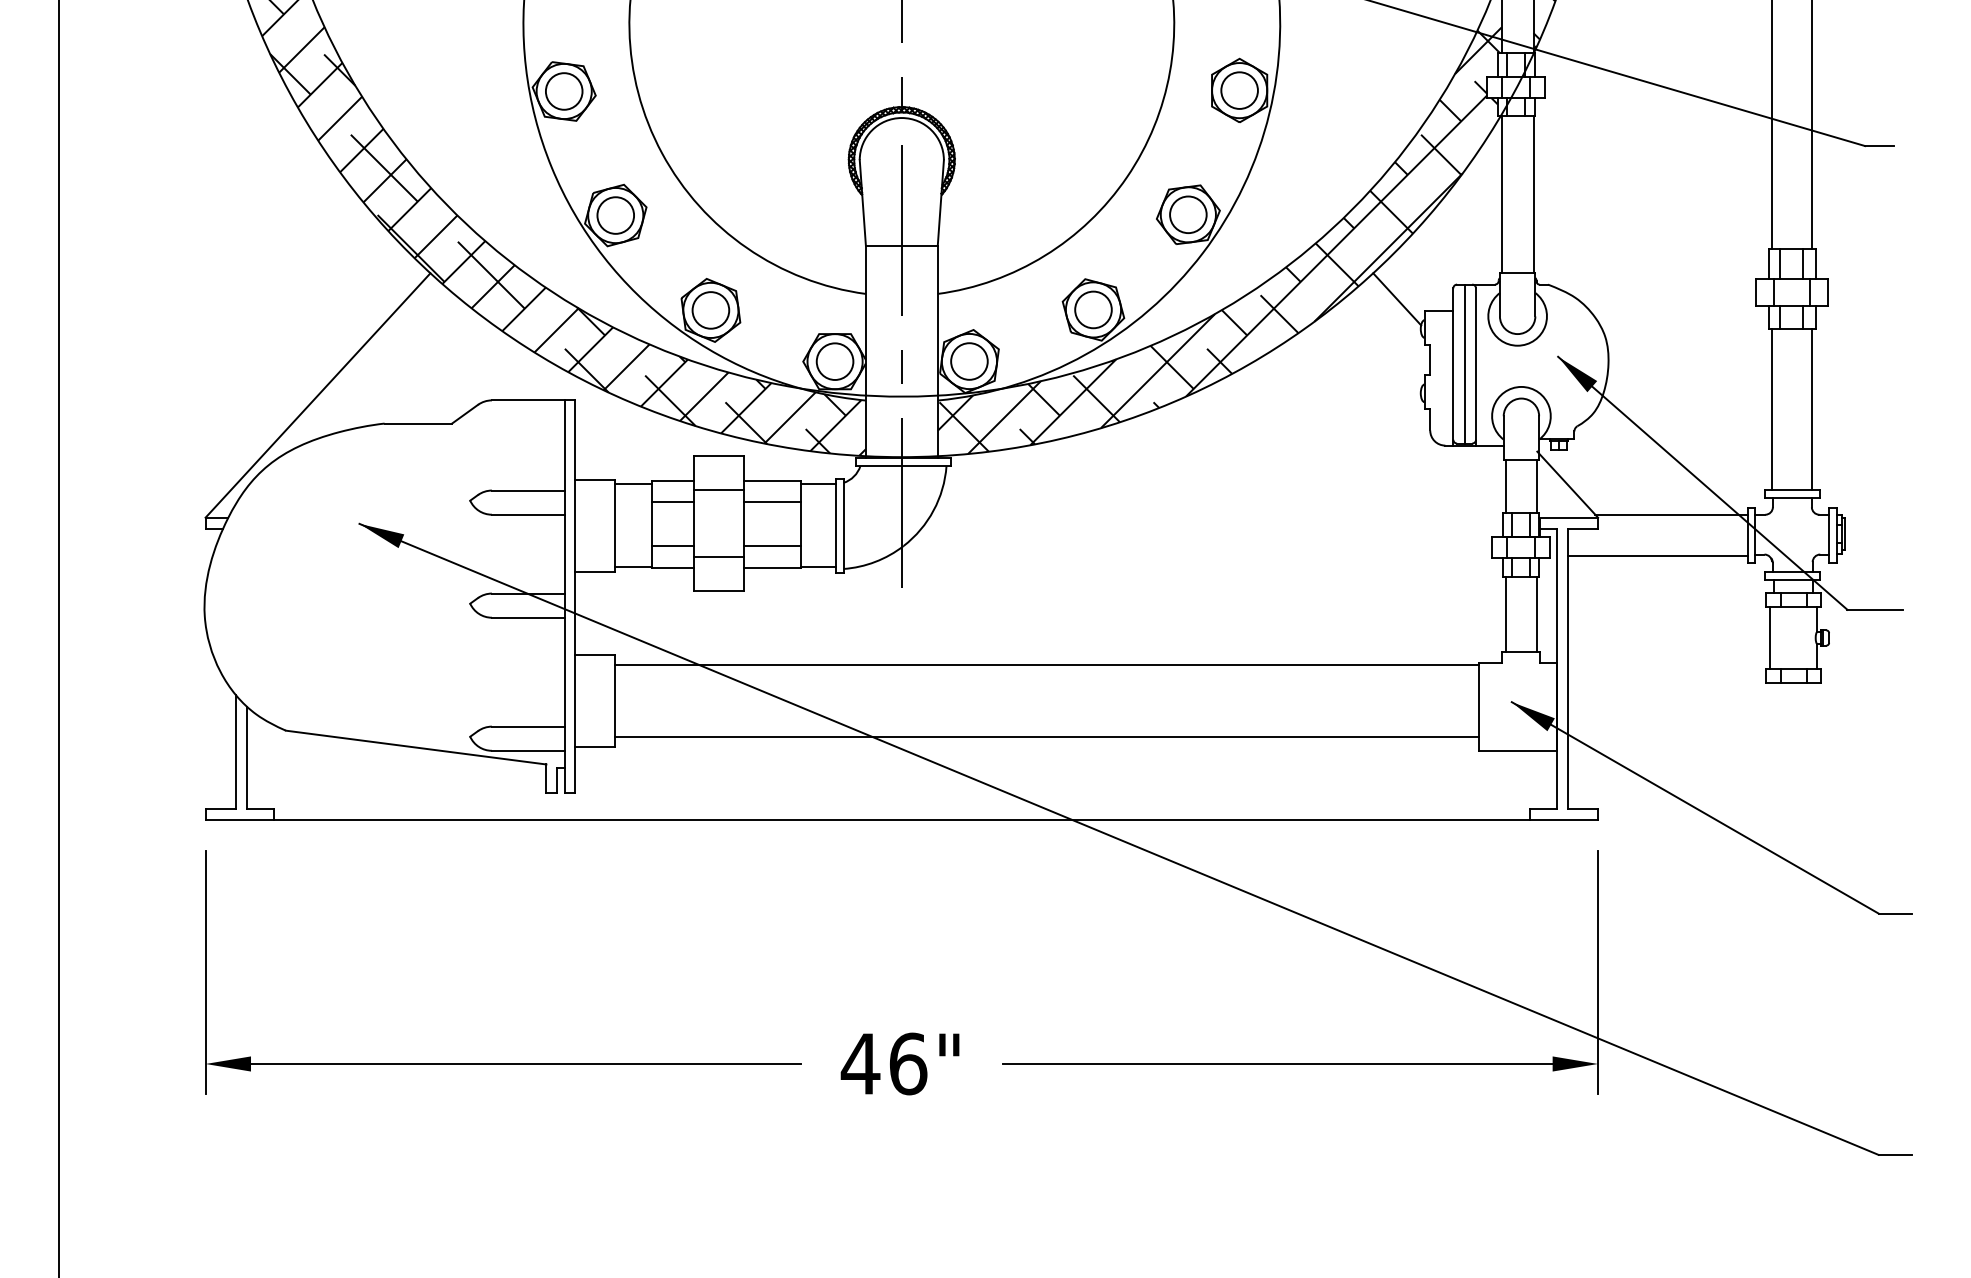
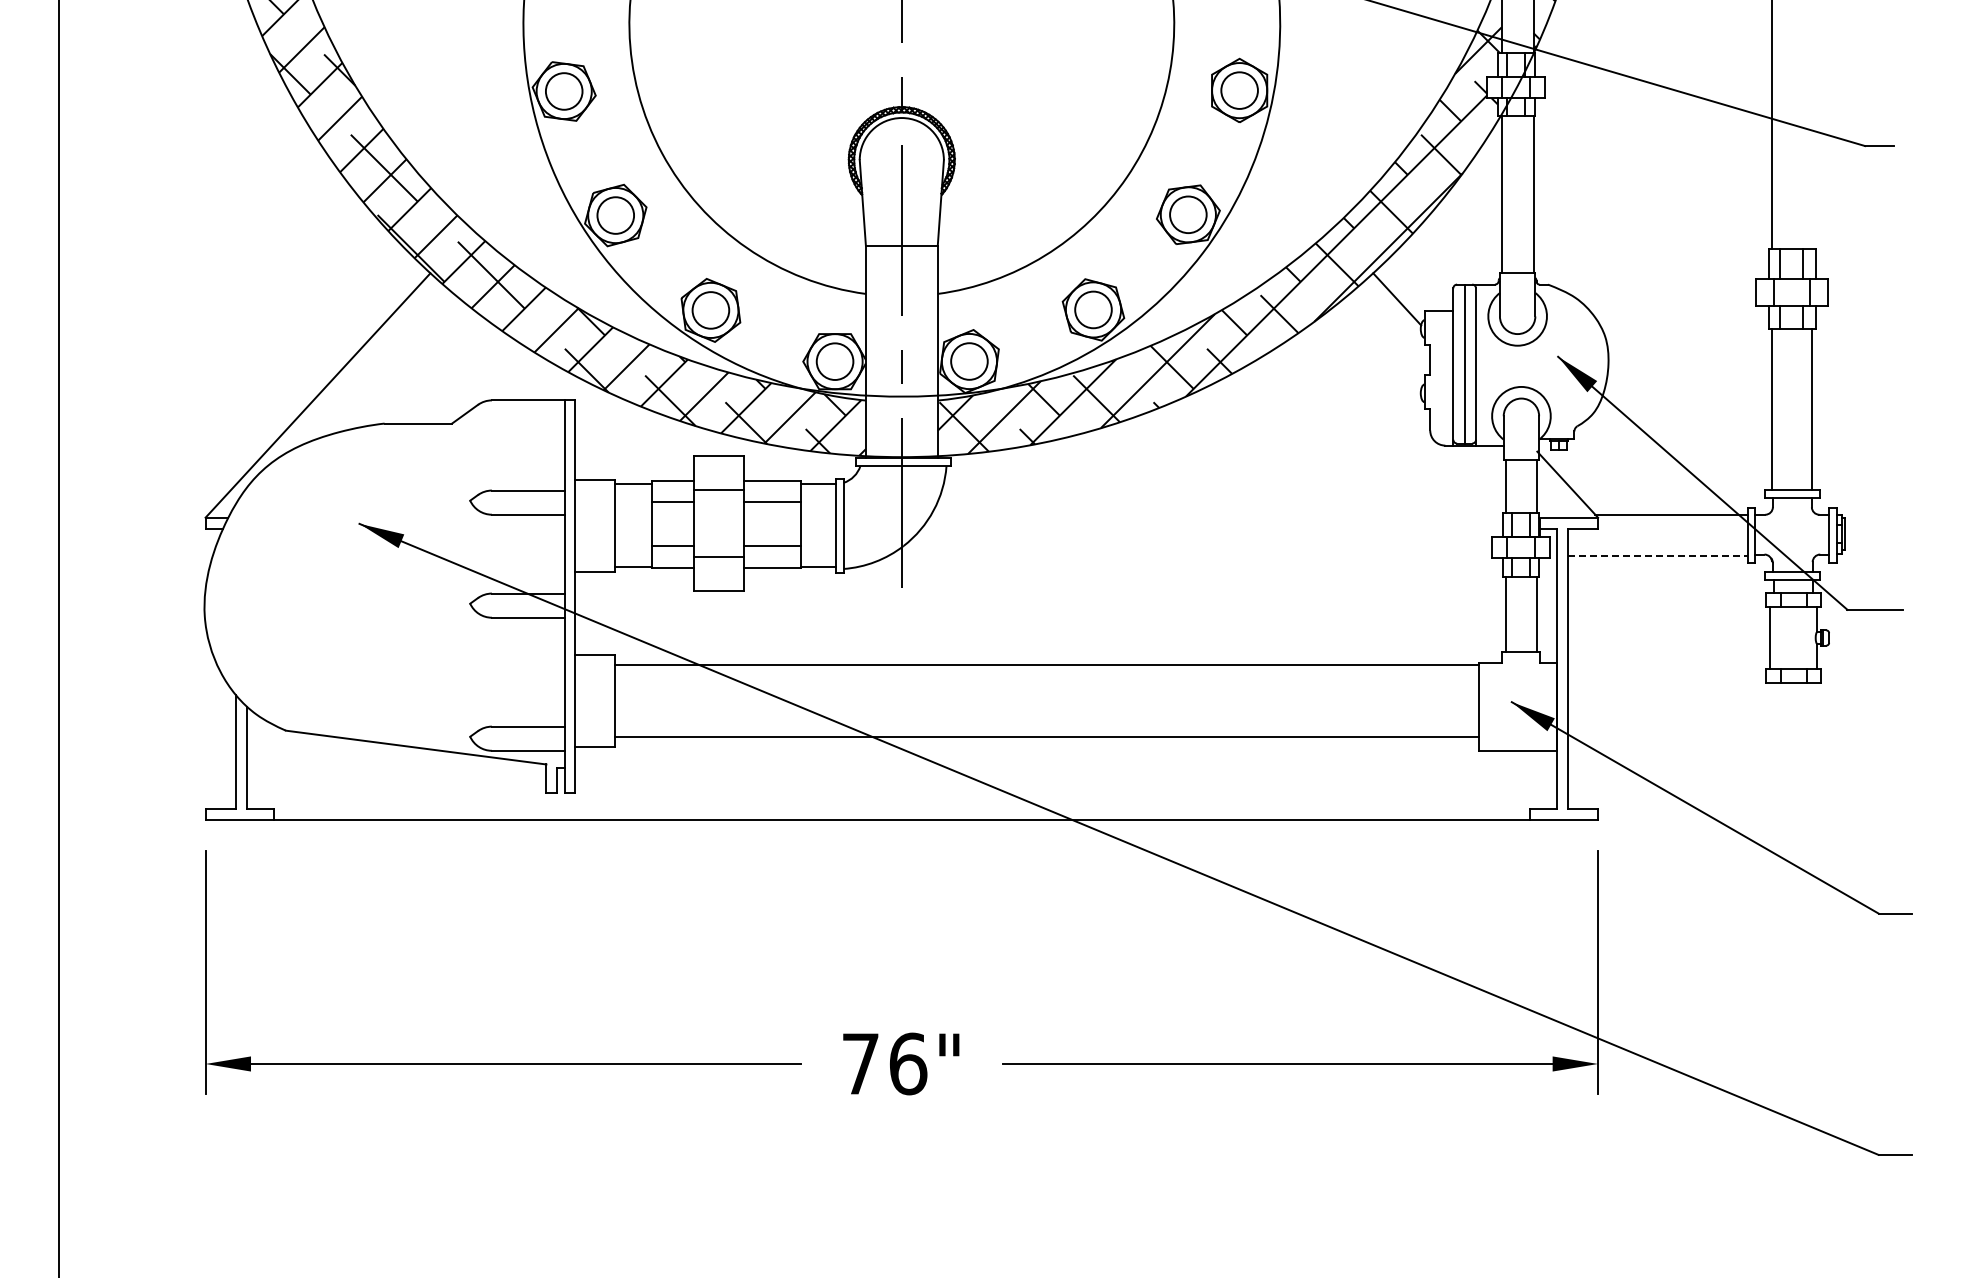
line at (1811, 125): present -> none
line at (1657, 555): solid -> dashed
text at (860, 1063): 46" -> 76"
